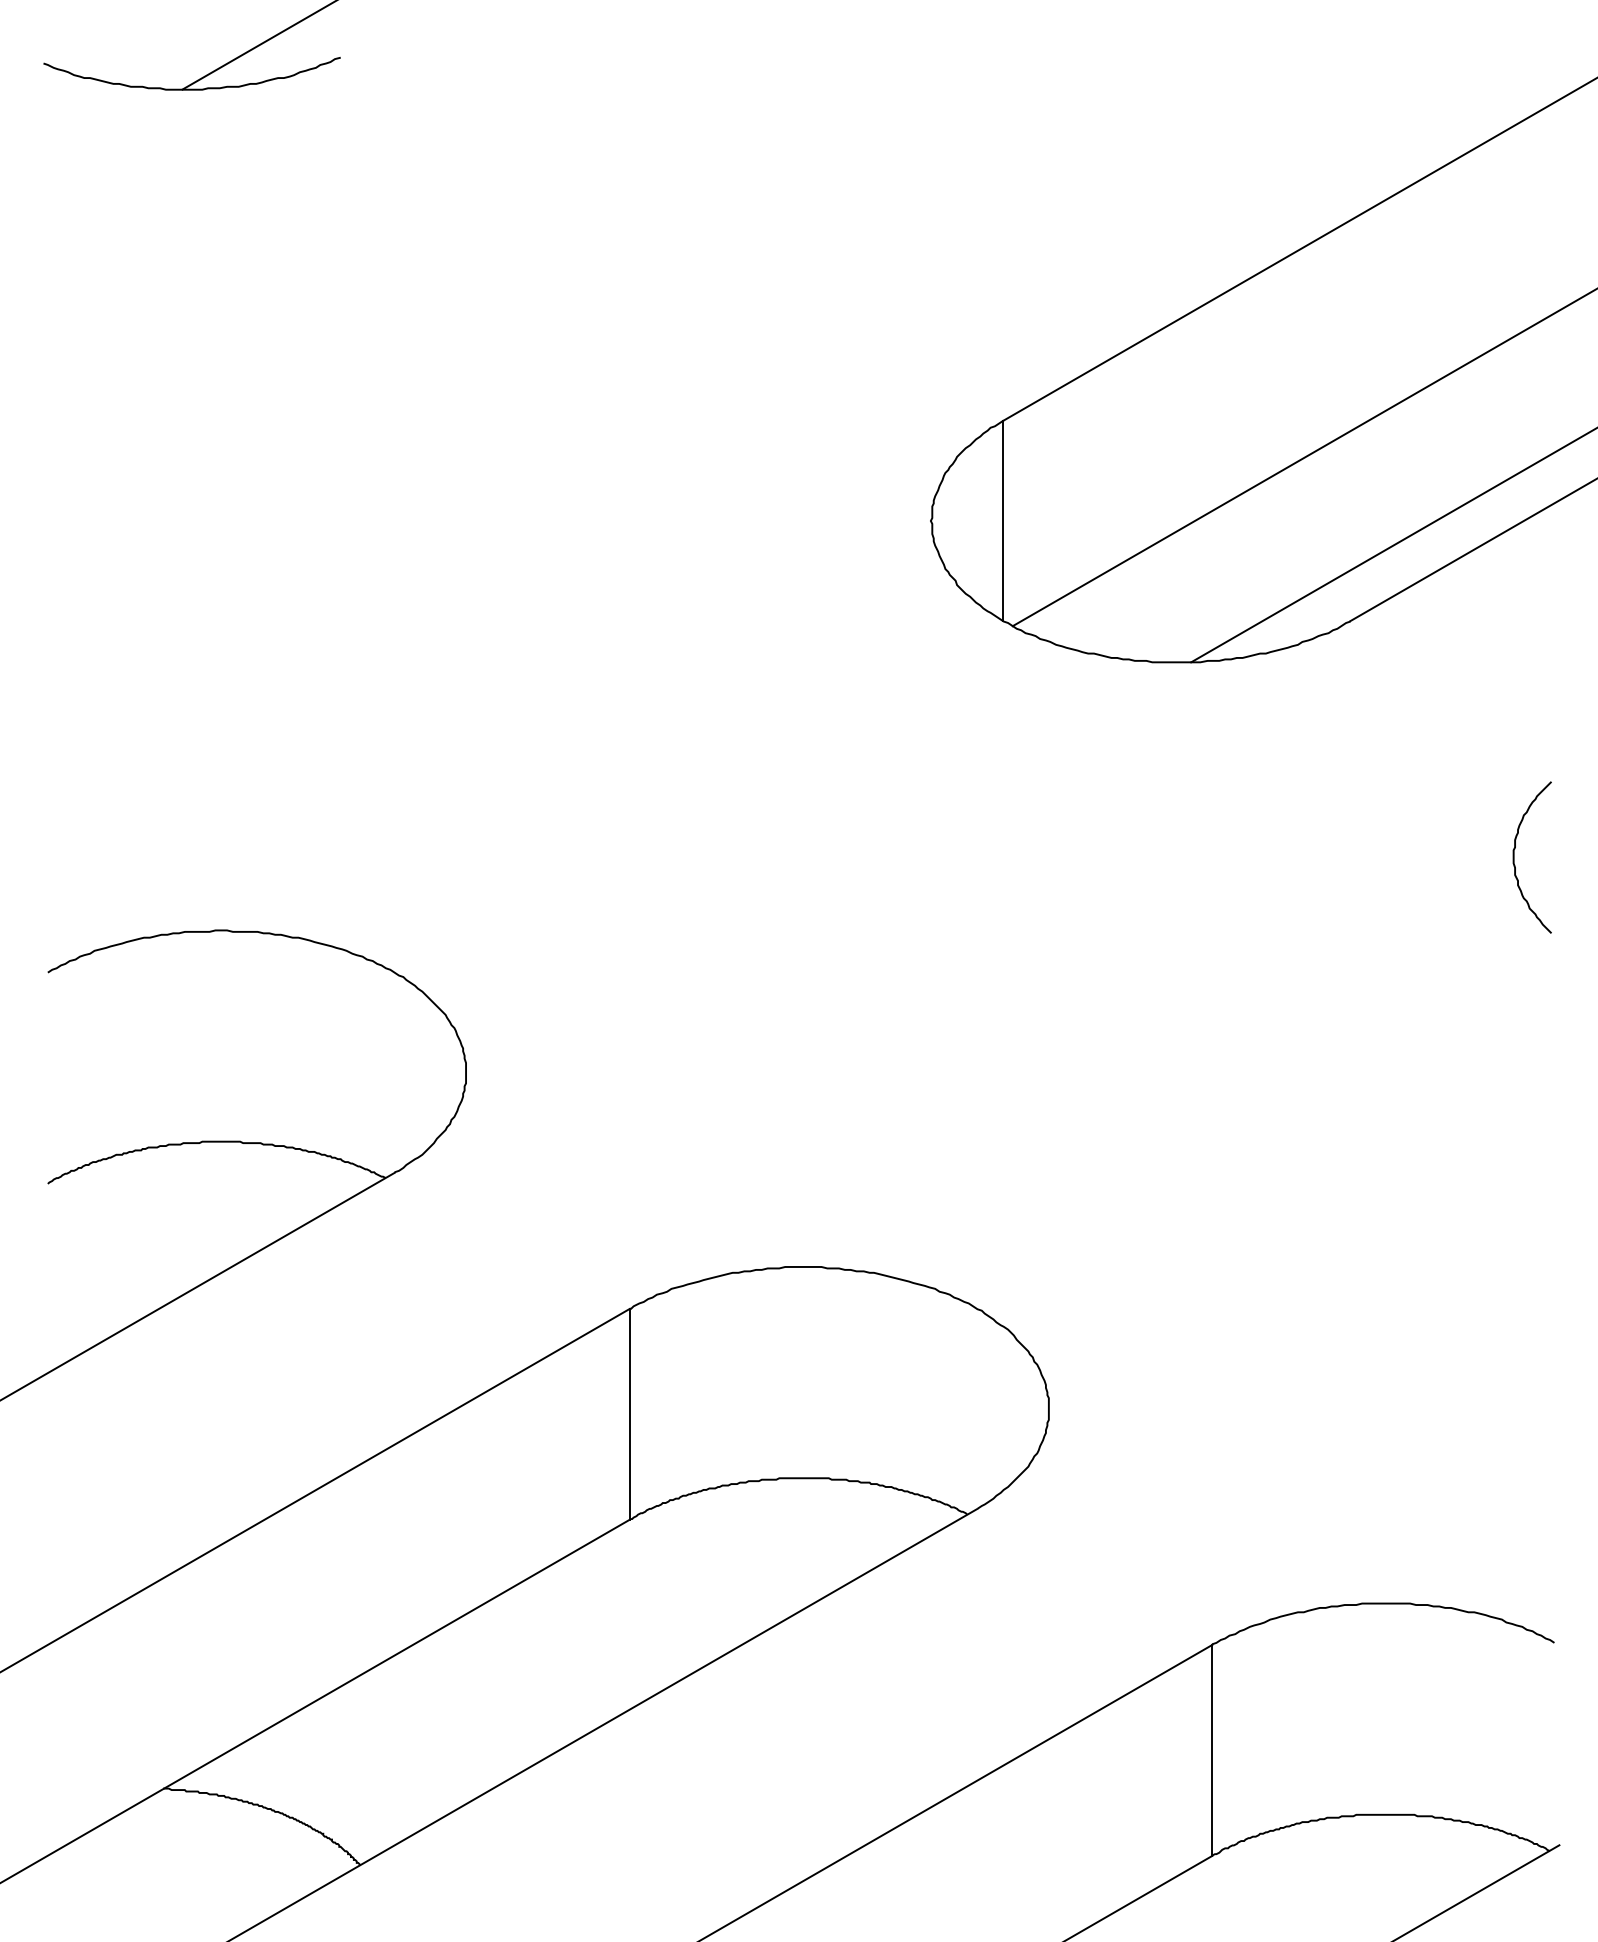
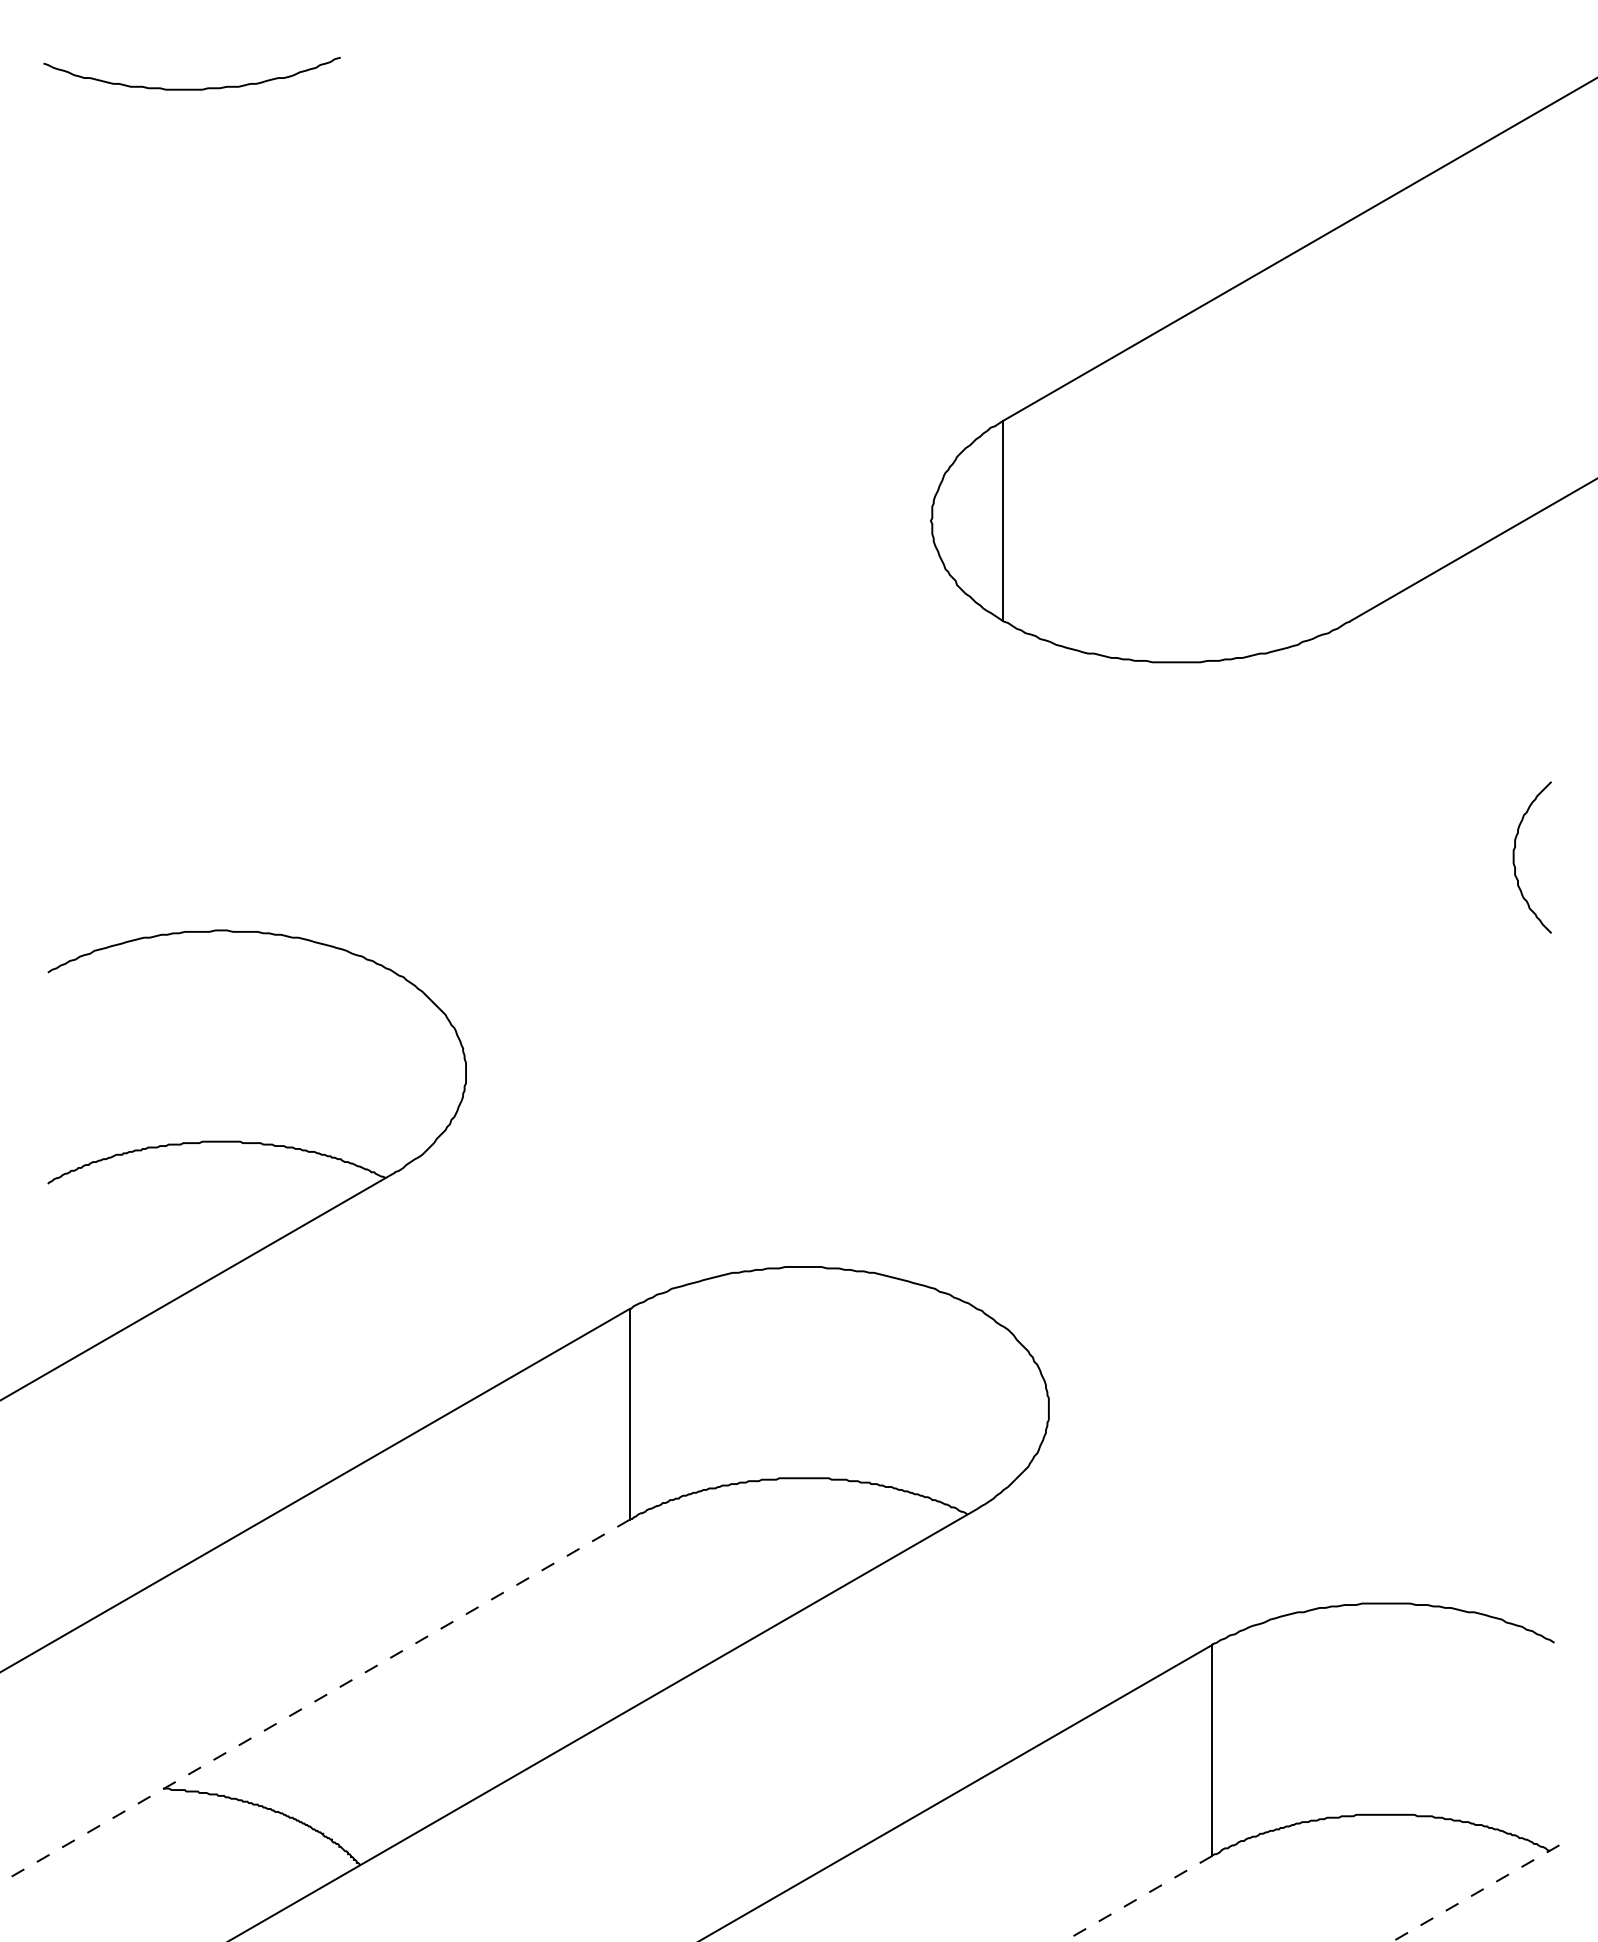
line at (258, 45): present -> none
line at (1303, 458): present -> none
line at (1392, 545): present -> none
line at (314, 1701): solid -> dashed
line at (1475, 1893): solid -> dashed
line at (1137, 1898): solid -> dashed
